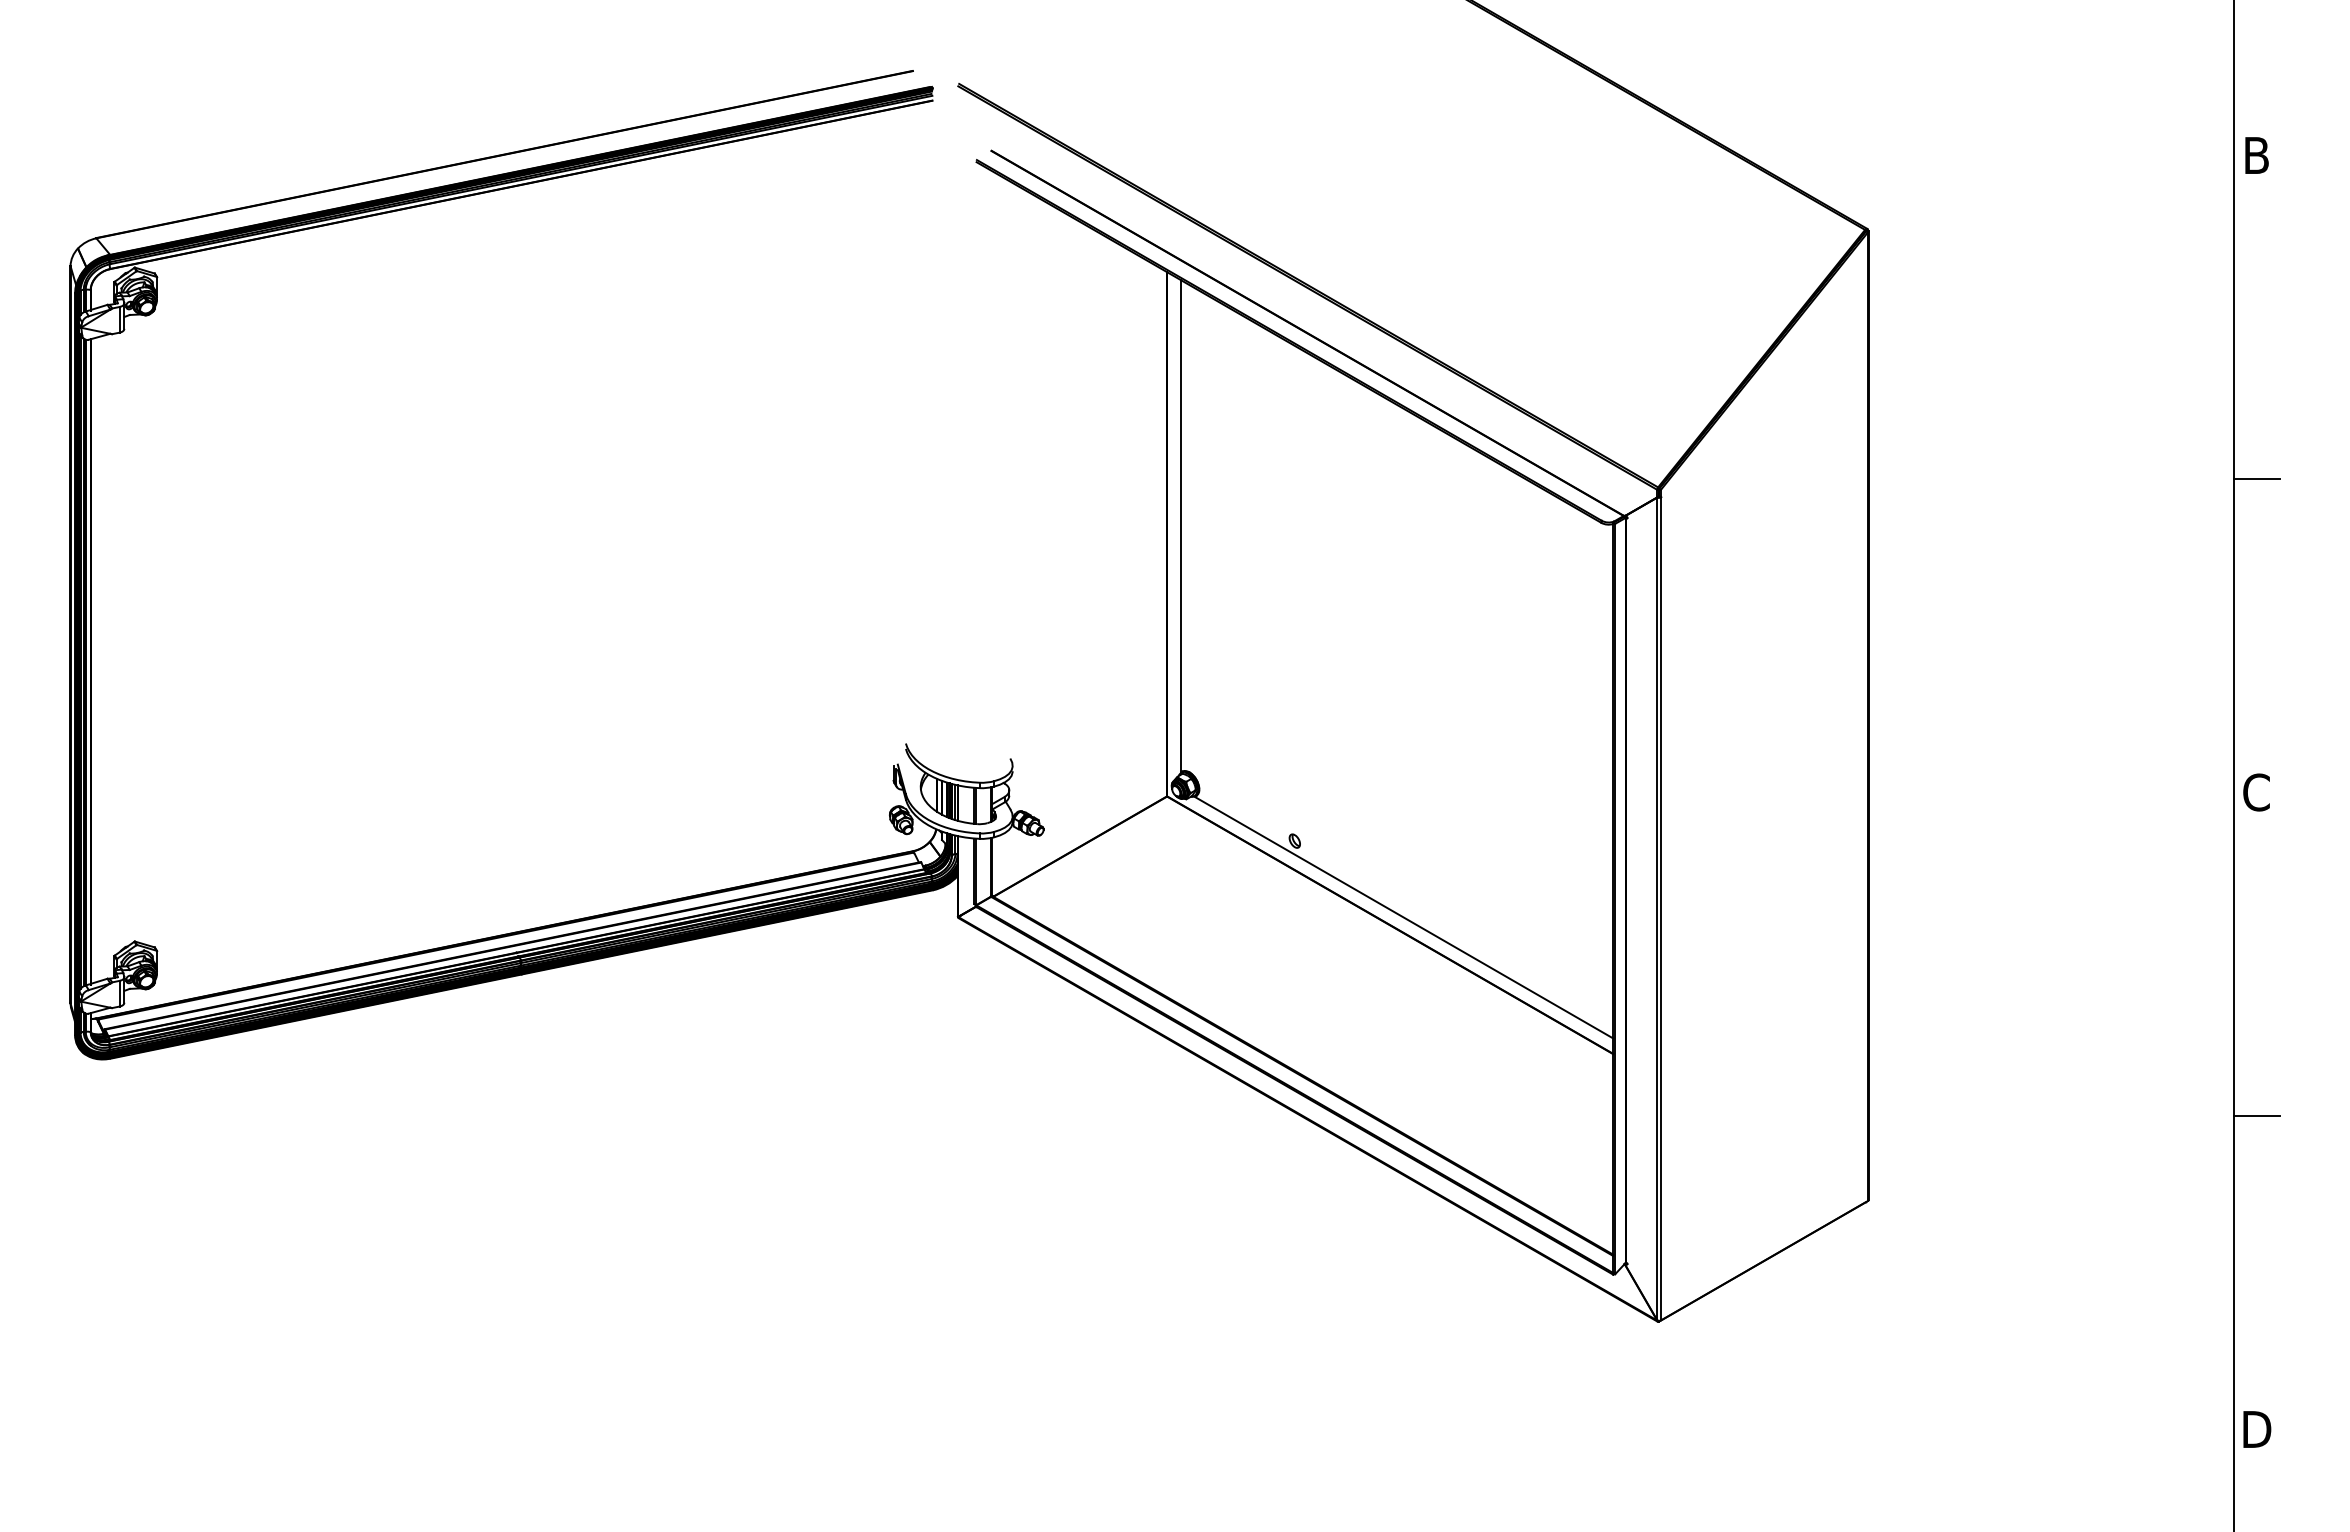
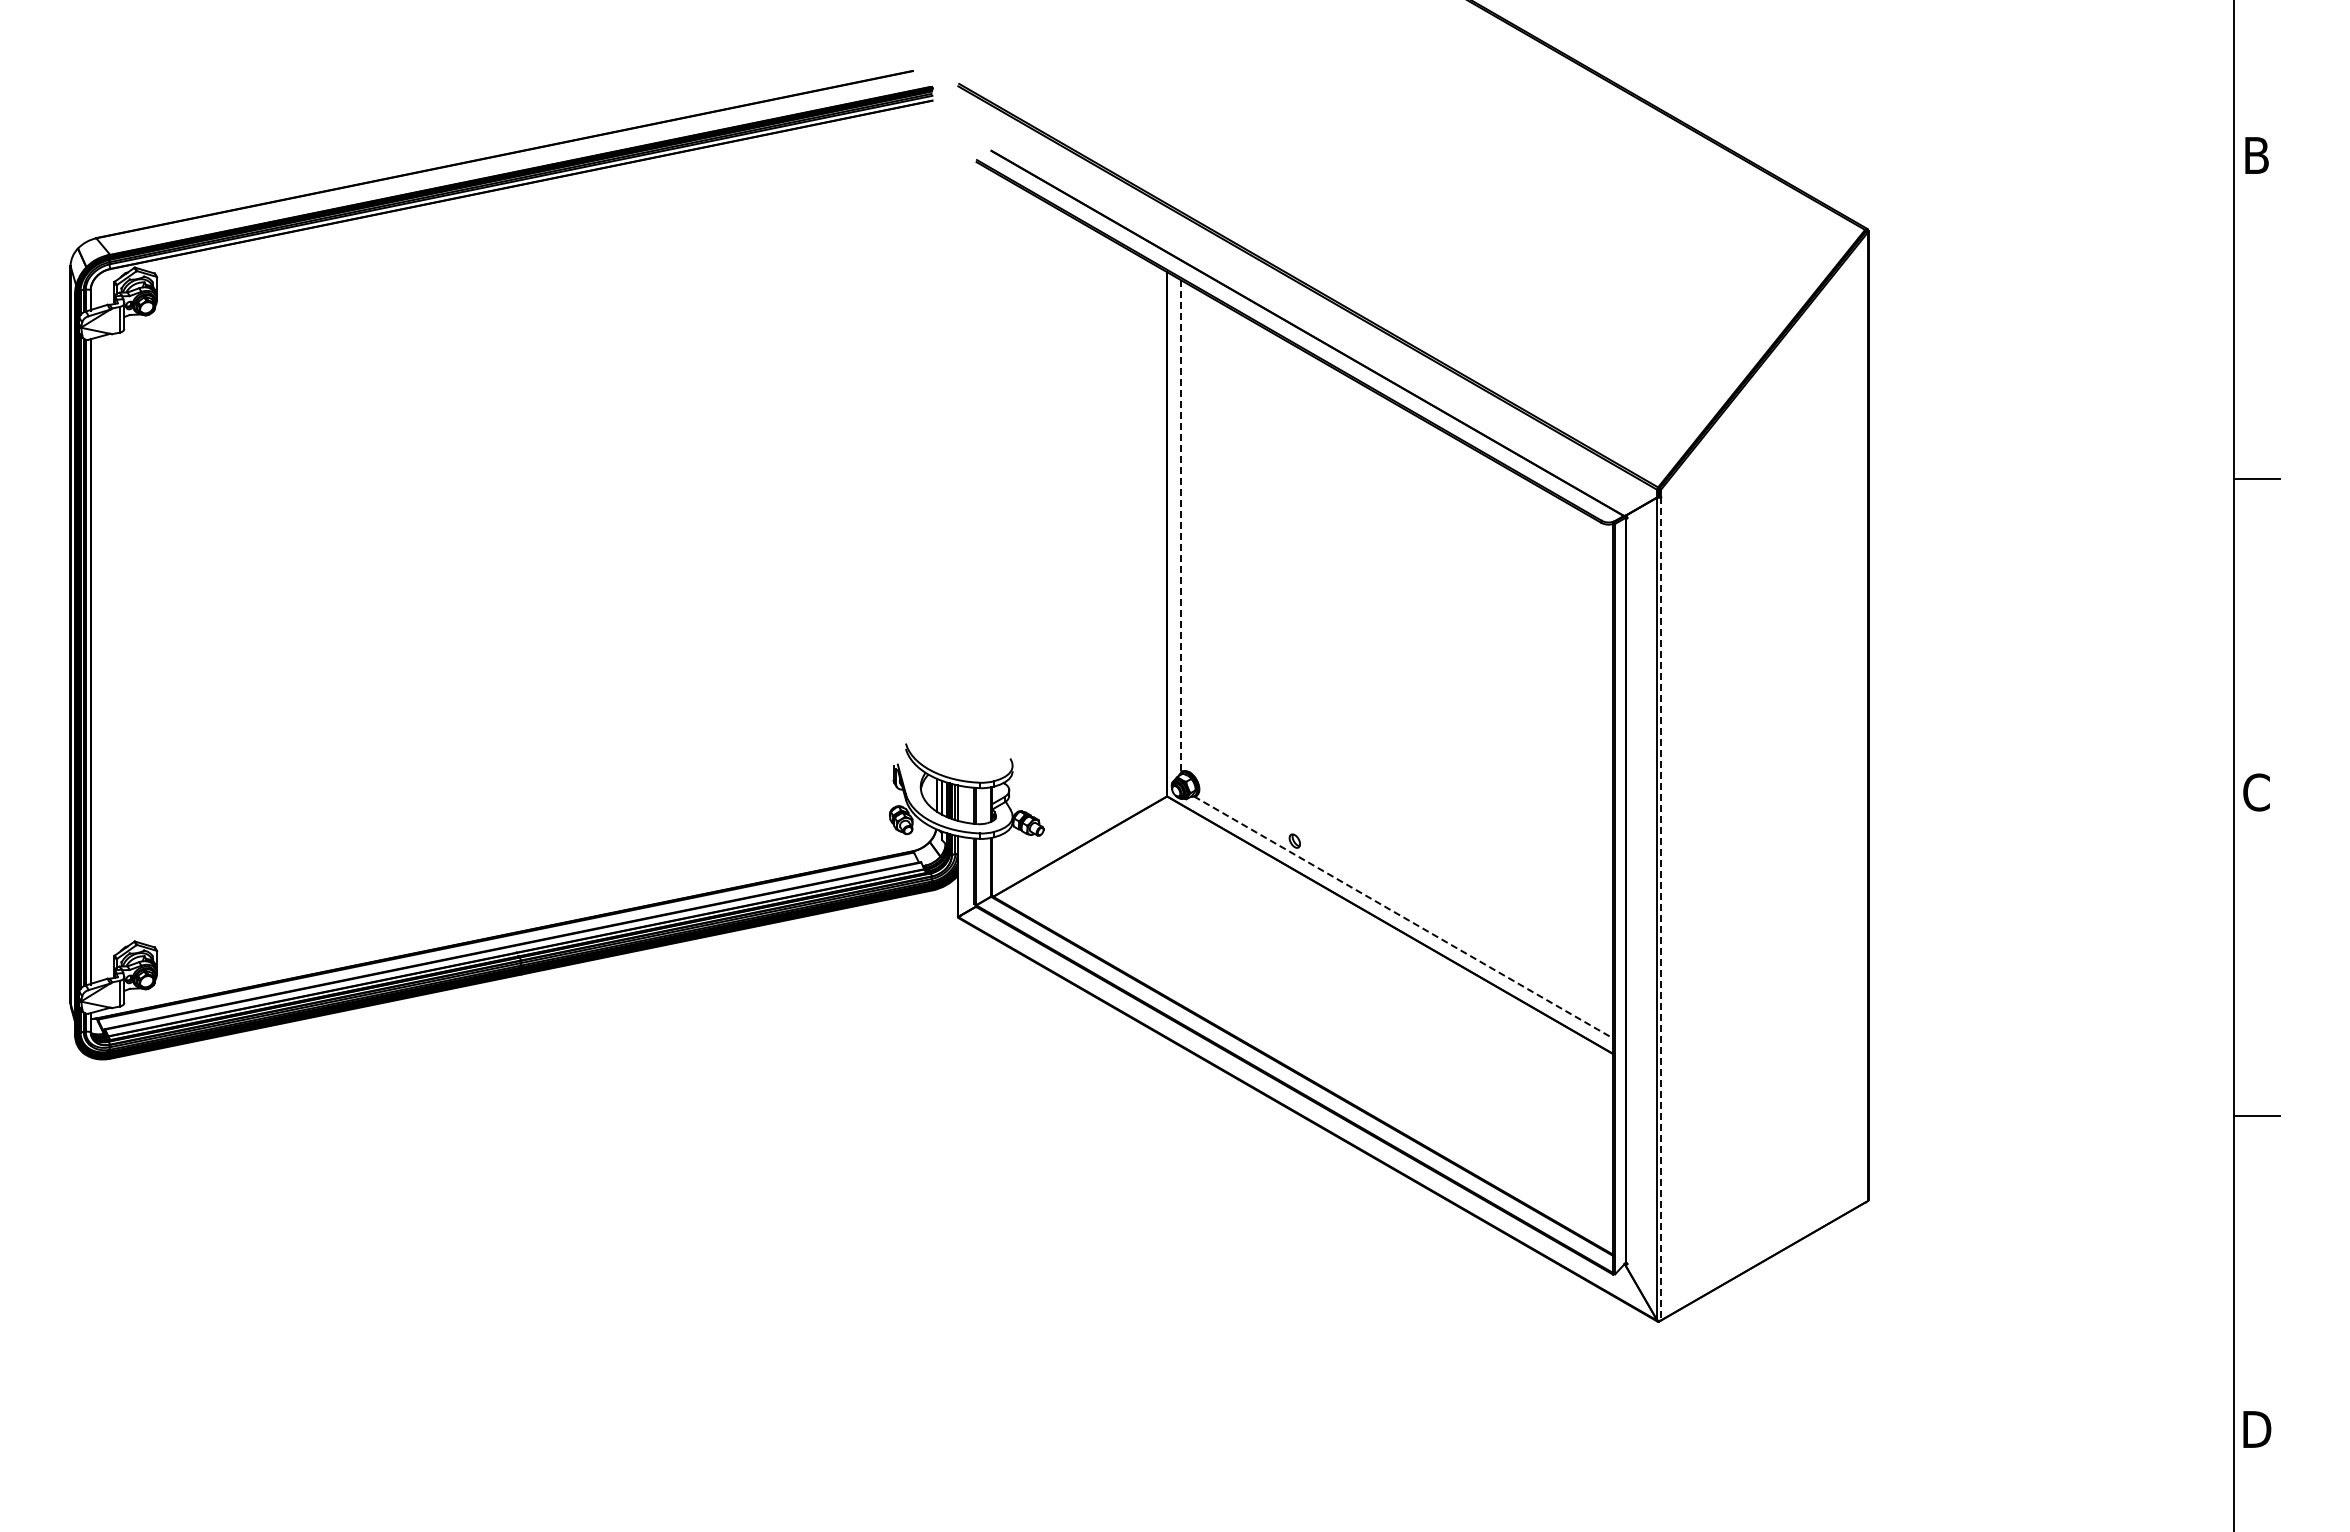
line at (1180, 526): solid -> dashed
line at (1661, 908): solid -> dashed
line at (1404, 917): solid -> dashed
